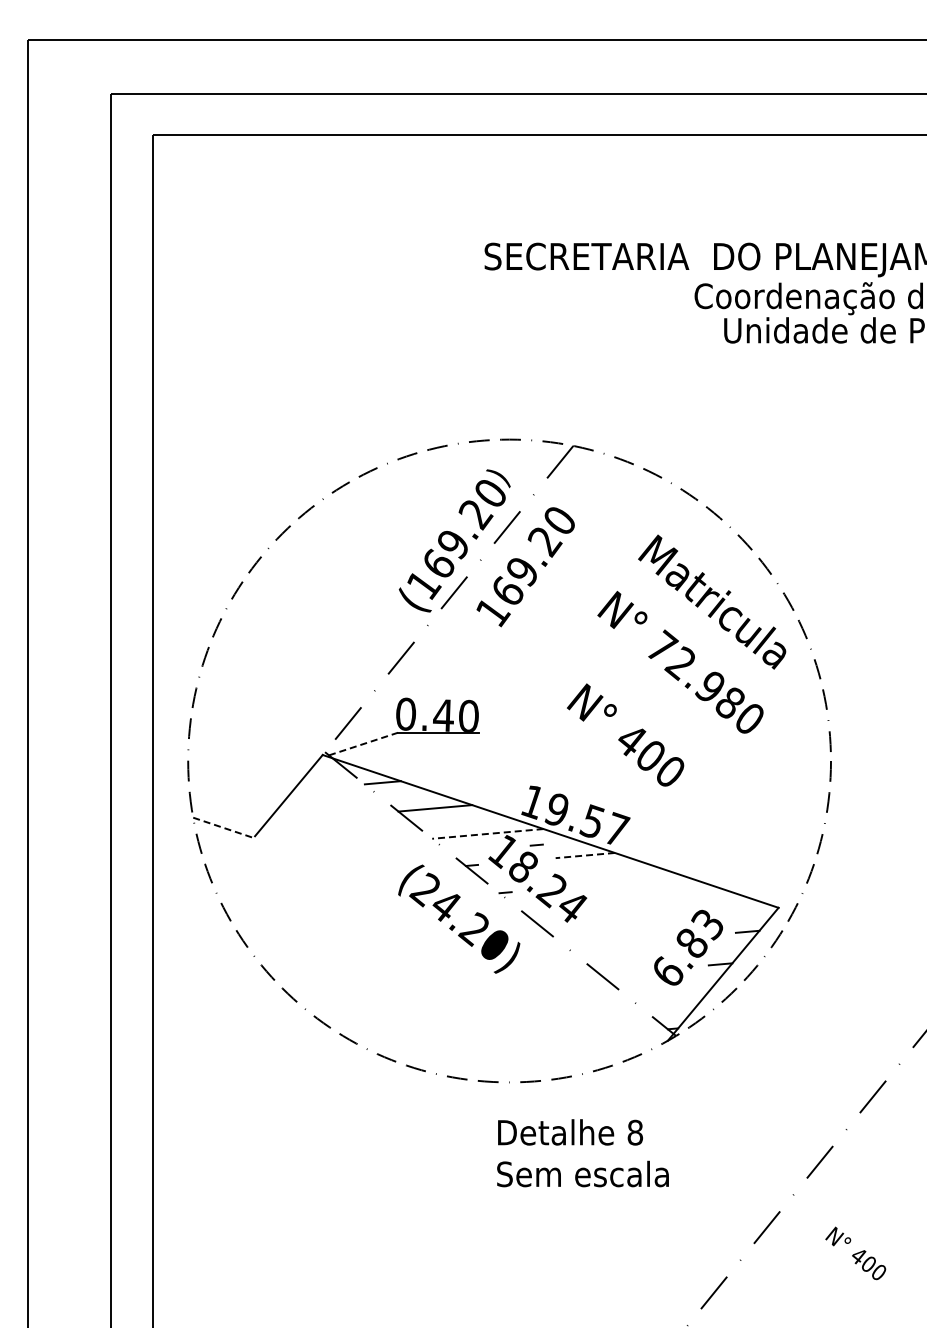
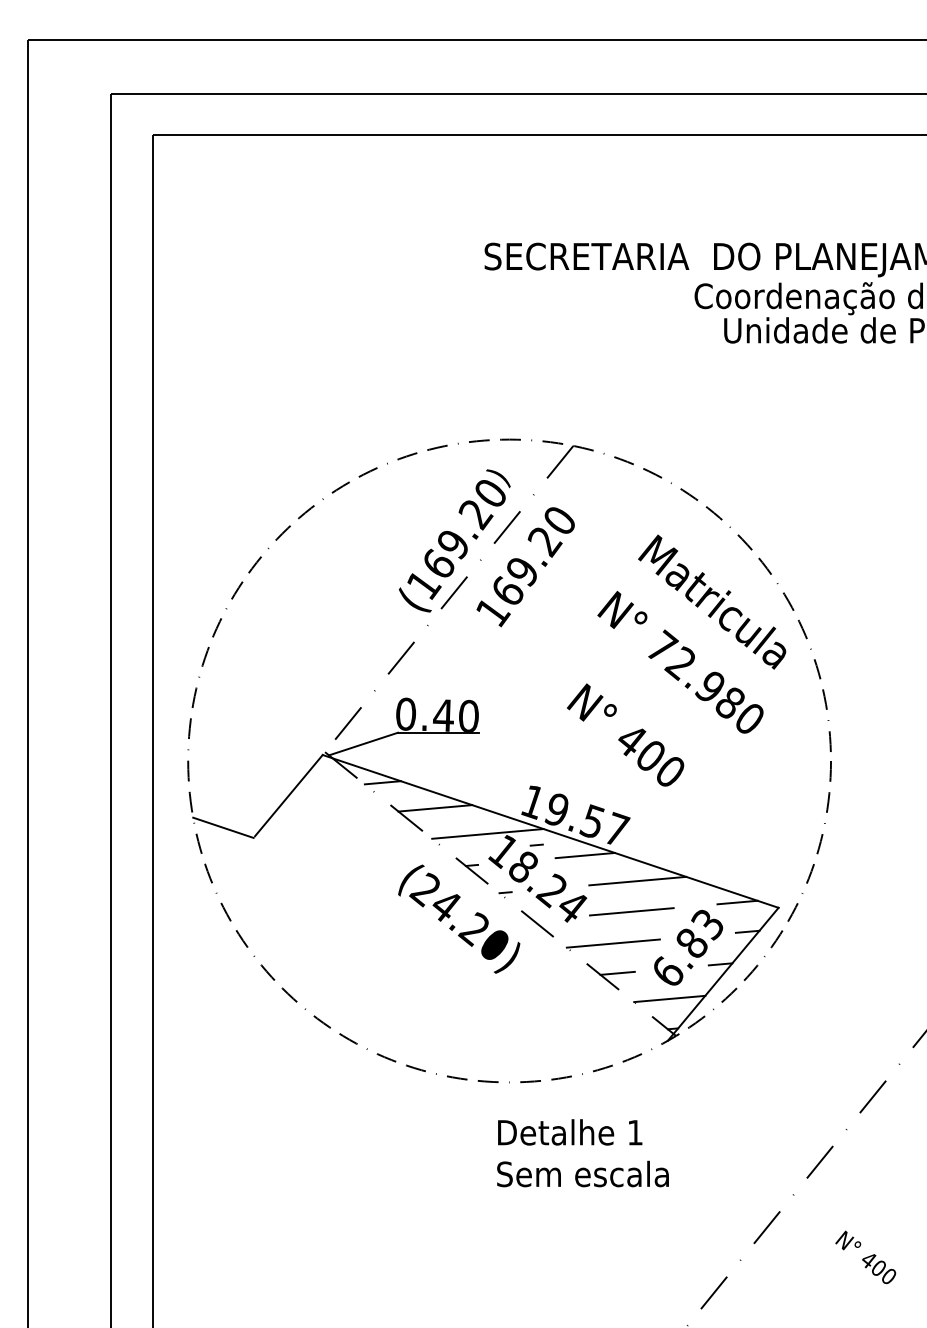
line at (363, 743): dashed -> solid
line at (223, 827): dashed -> solid
line at (487, 833): dashed -> solid
line at (585, 855): dashed -> solid
line at (637, 880): none -> present
line at (737, 902): none -> present
line at (631, 911): none -> present
line at (612, 943): none -> present
line at (617, 972): none -> present
line at (669, 998): none -> present
text at (635, 1132): 8 -> 1
text at (855, 1253) position: (855, 1253) -> (865, 1257)
